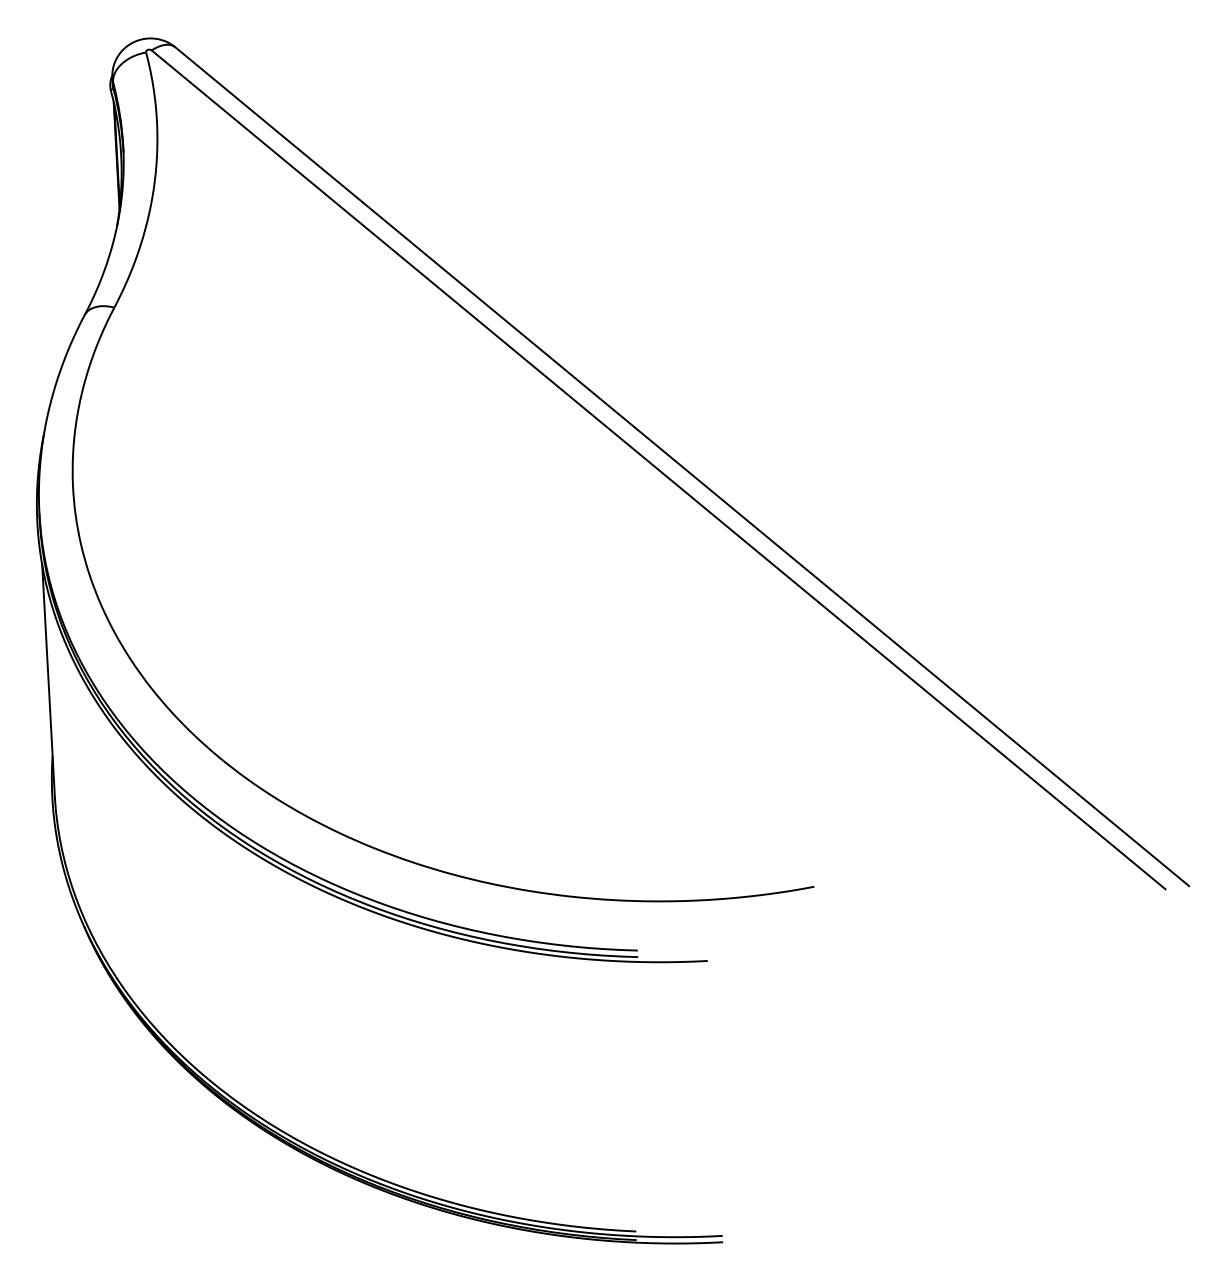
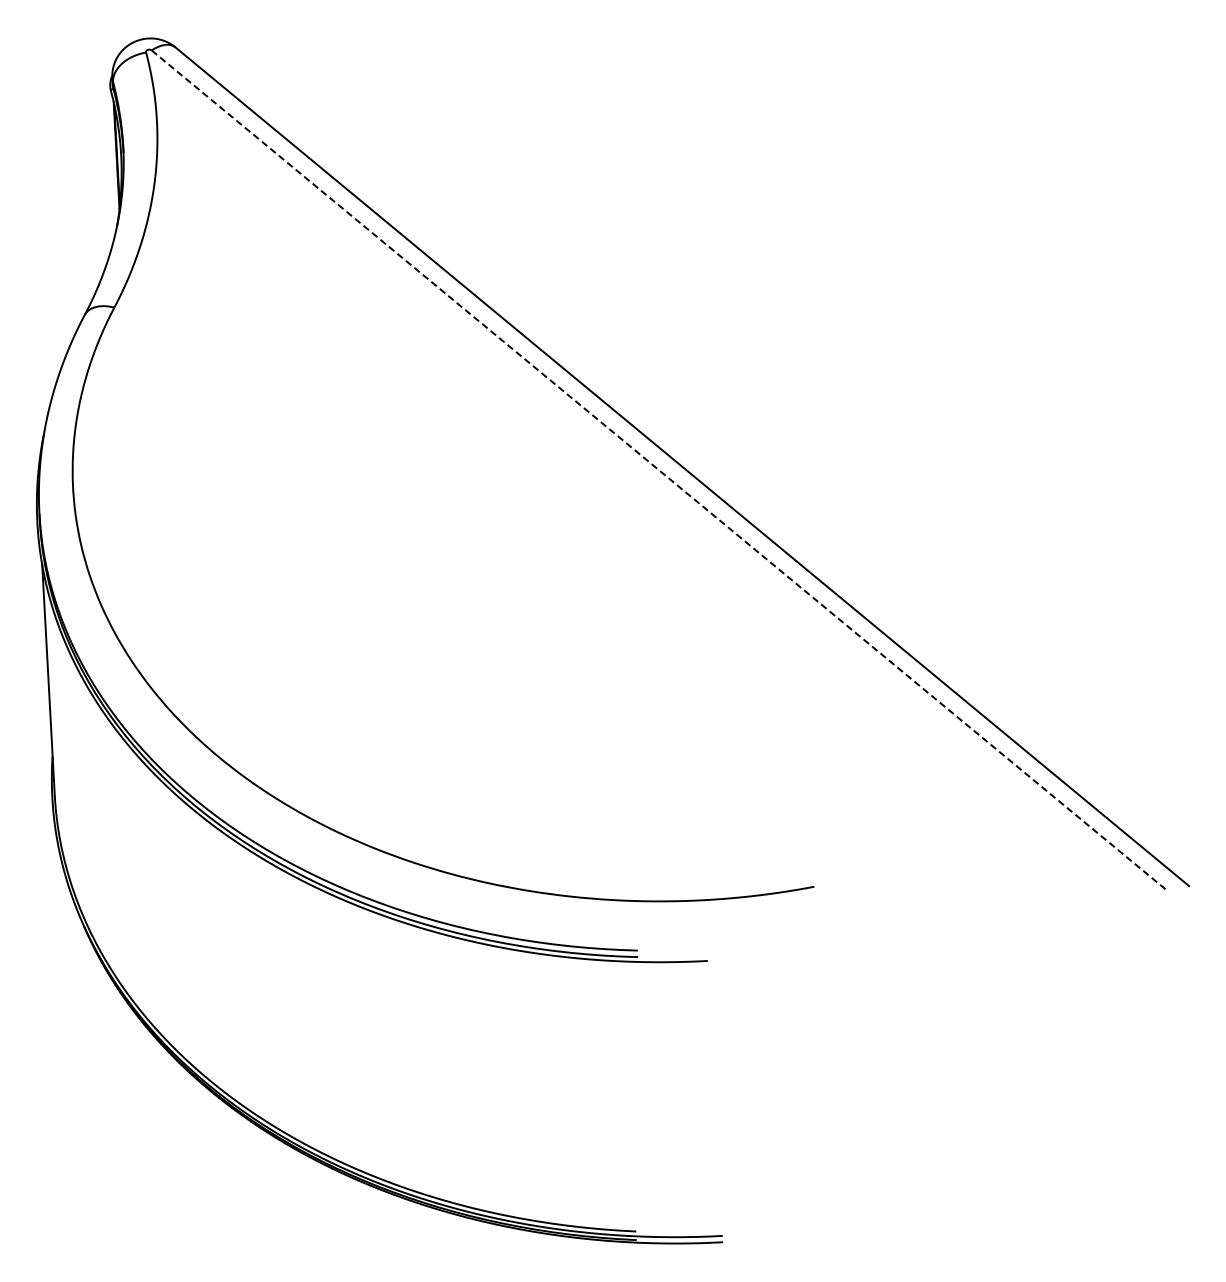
line at (658, 469): solid -> dashed
